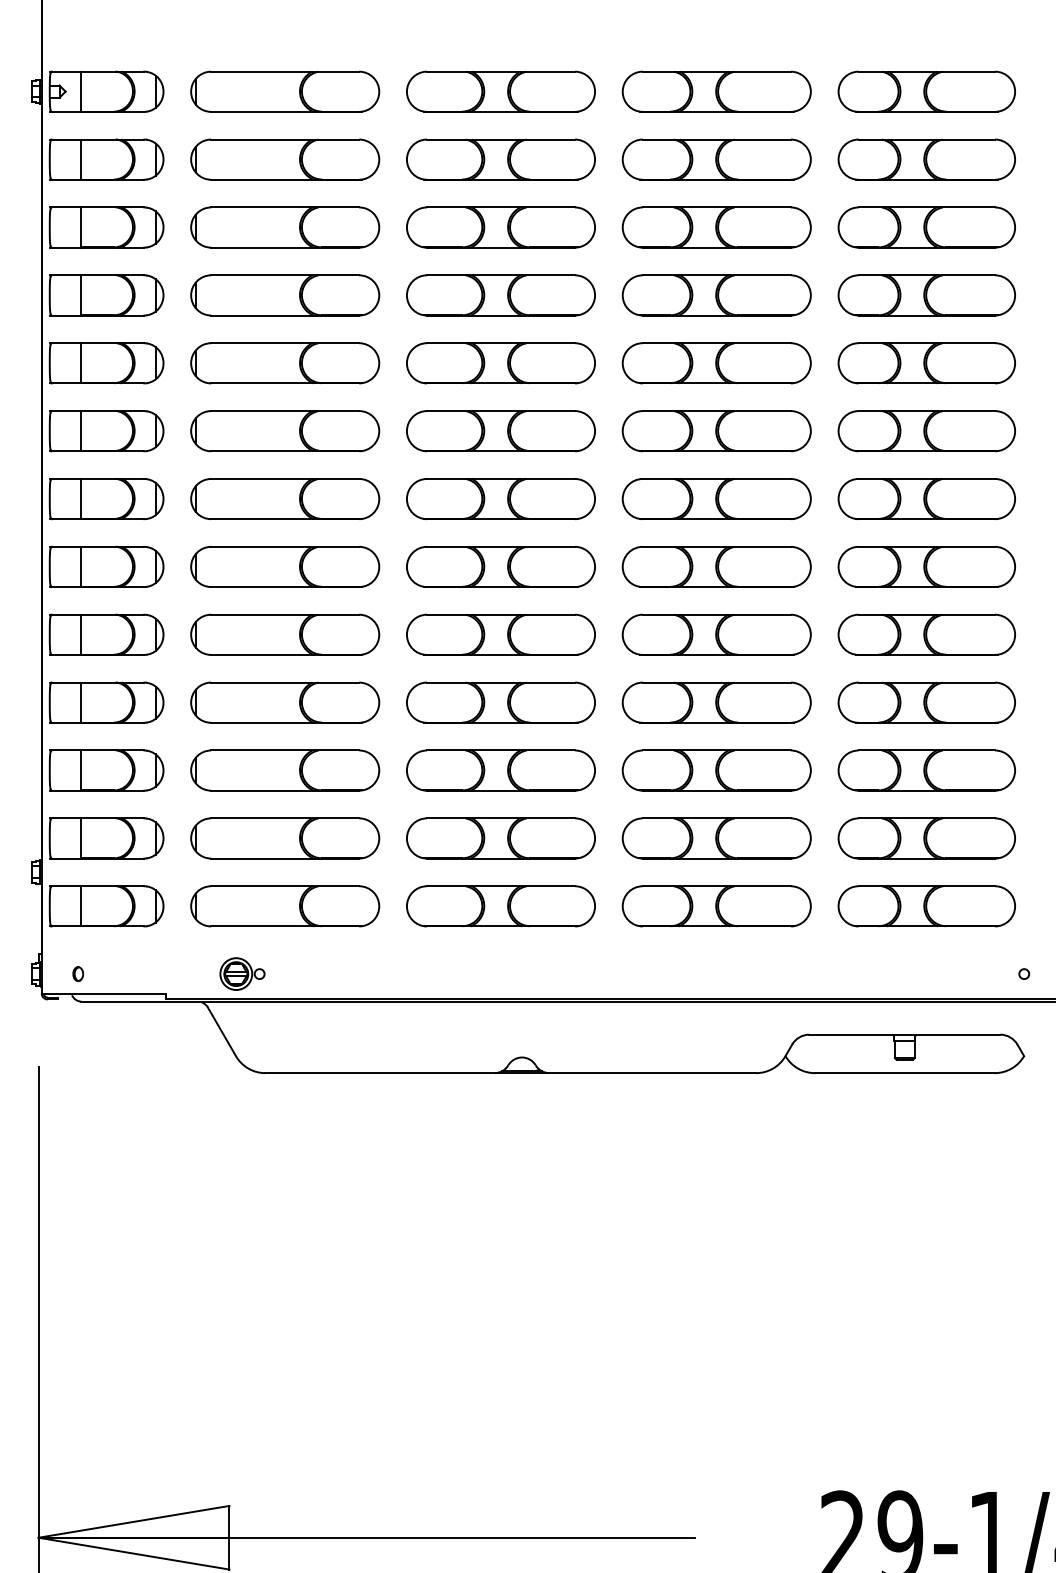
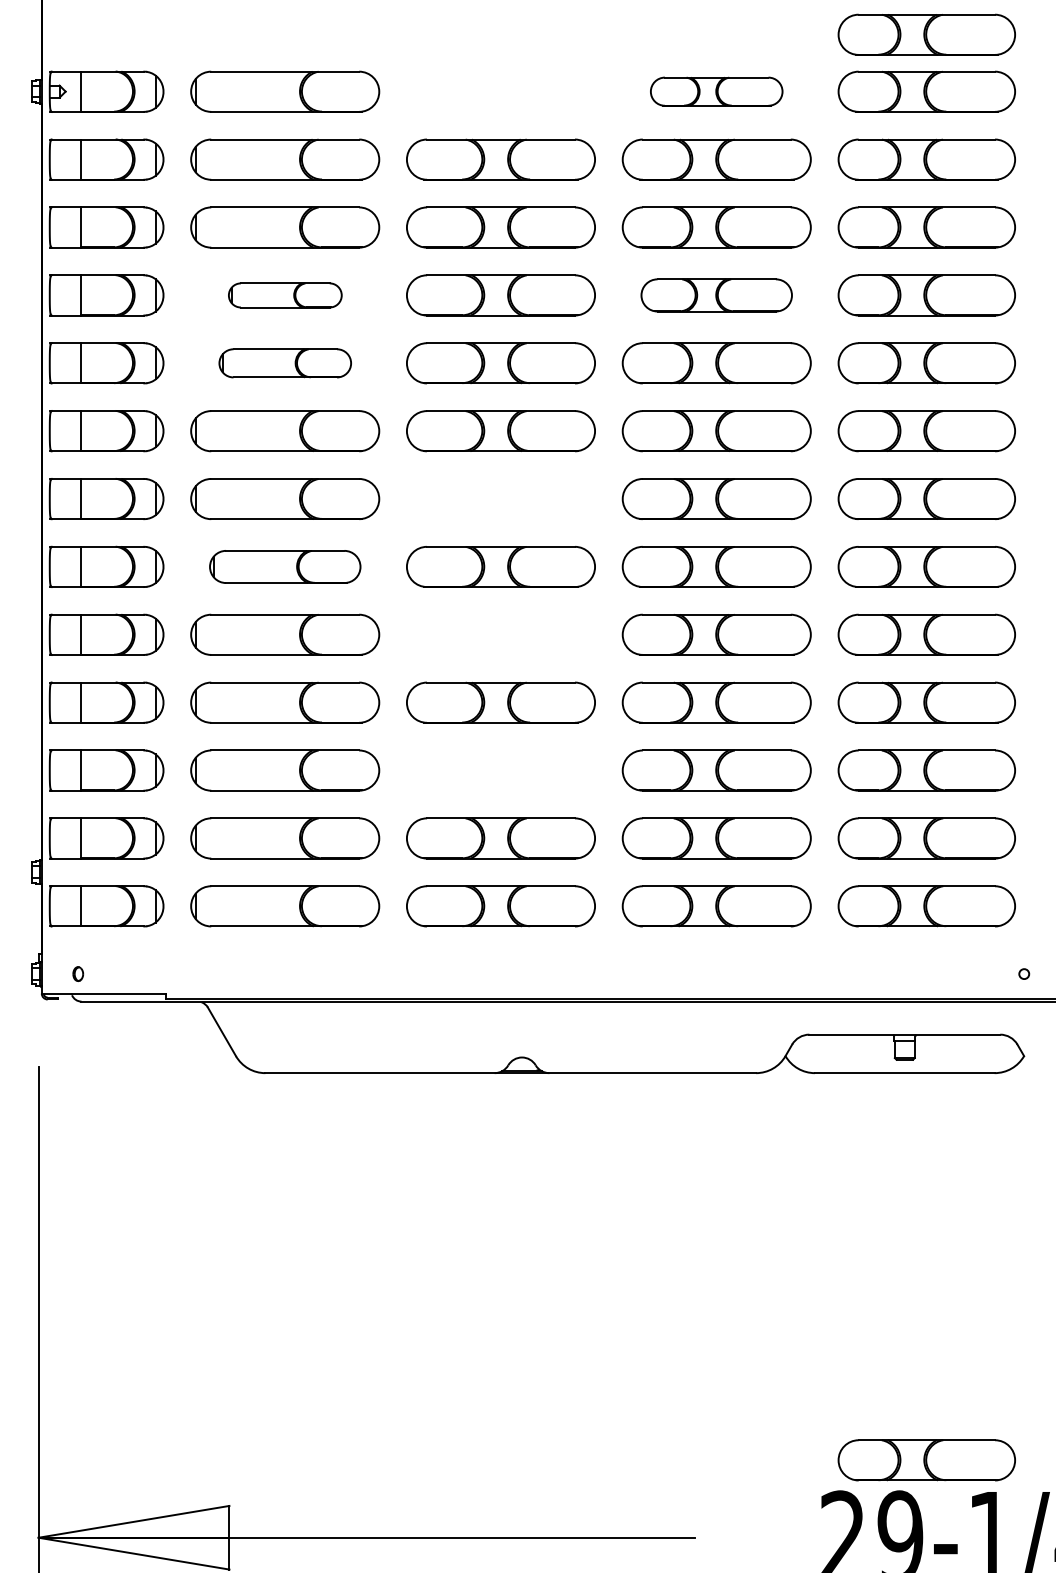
part at (926, 34): none -> present
part at (500, 91): present -> none
part at (716, 91) size: 191x43 px -> 134x31 px
part at (285, 295) size: 191x43 px -> 115x27 px
part at (716, 295) size: 191x43 px -> 153x35 px
part at (285, 363) size: 191x43 px -> 134x31 px
part at (500, 498): present -> none
part at (285, 566) size: 191x42 px -> 153x34 px
part at (500, 634): present -> none
part at (500, 770): present -> none
part at (242, 973): present -> none
part at (926, 1460): none -> present
